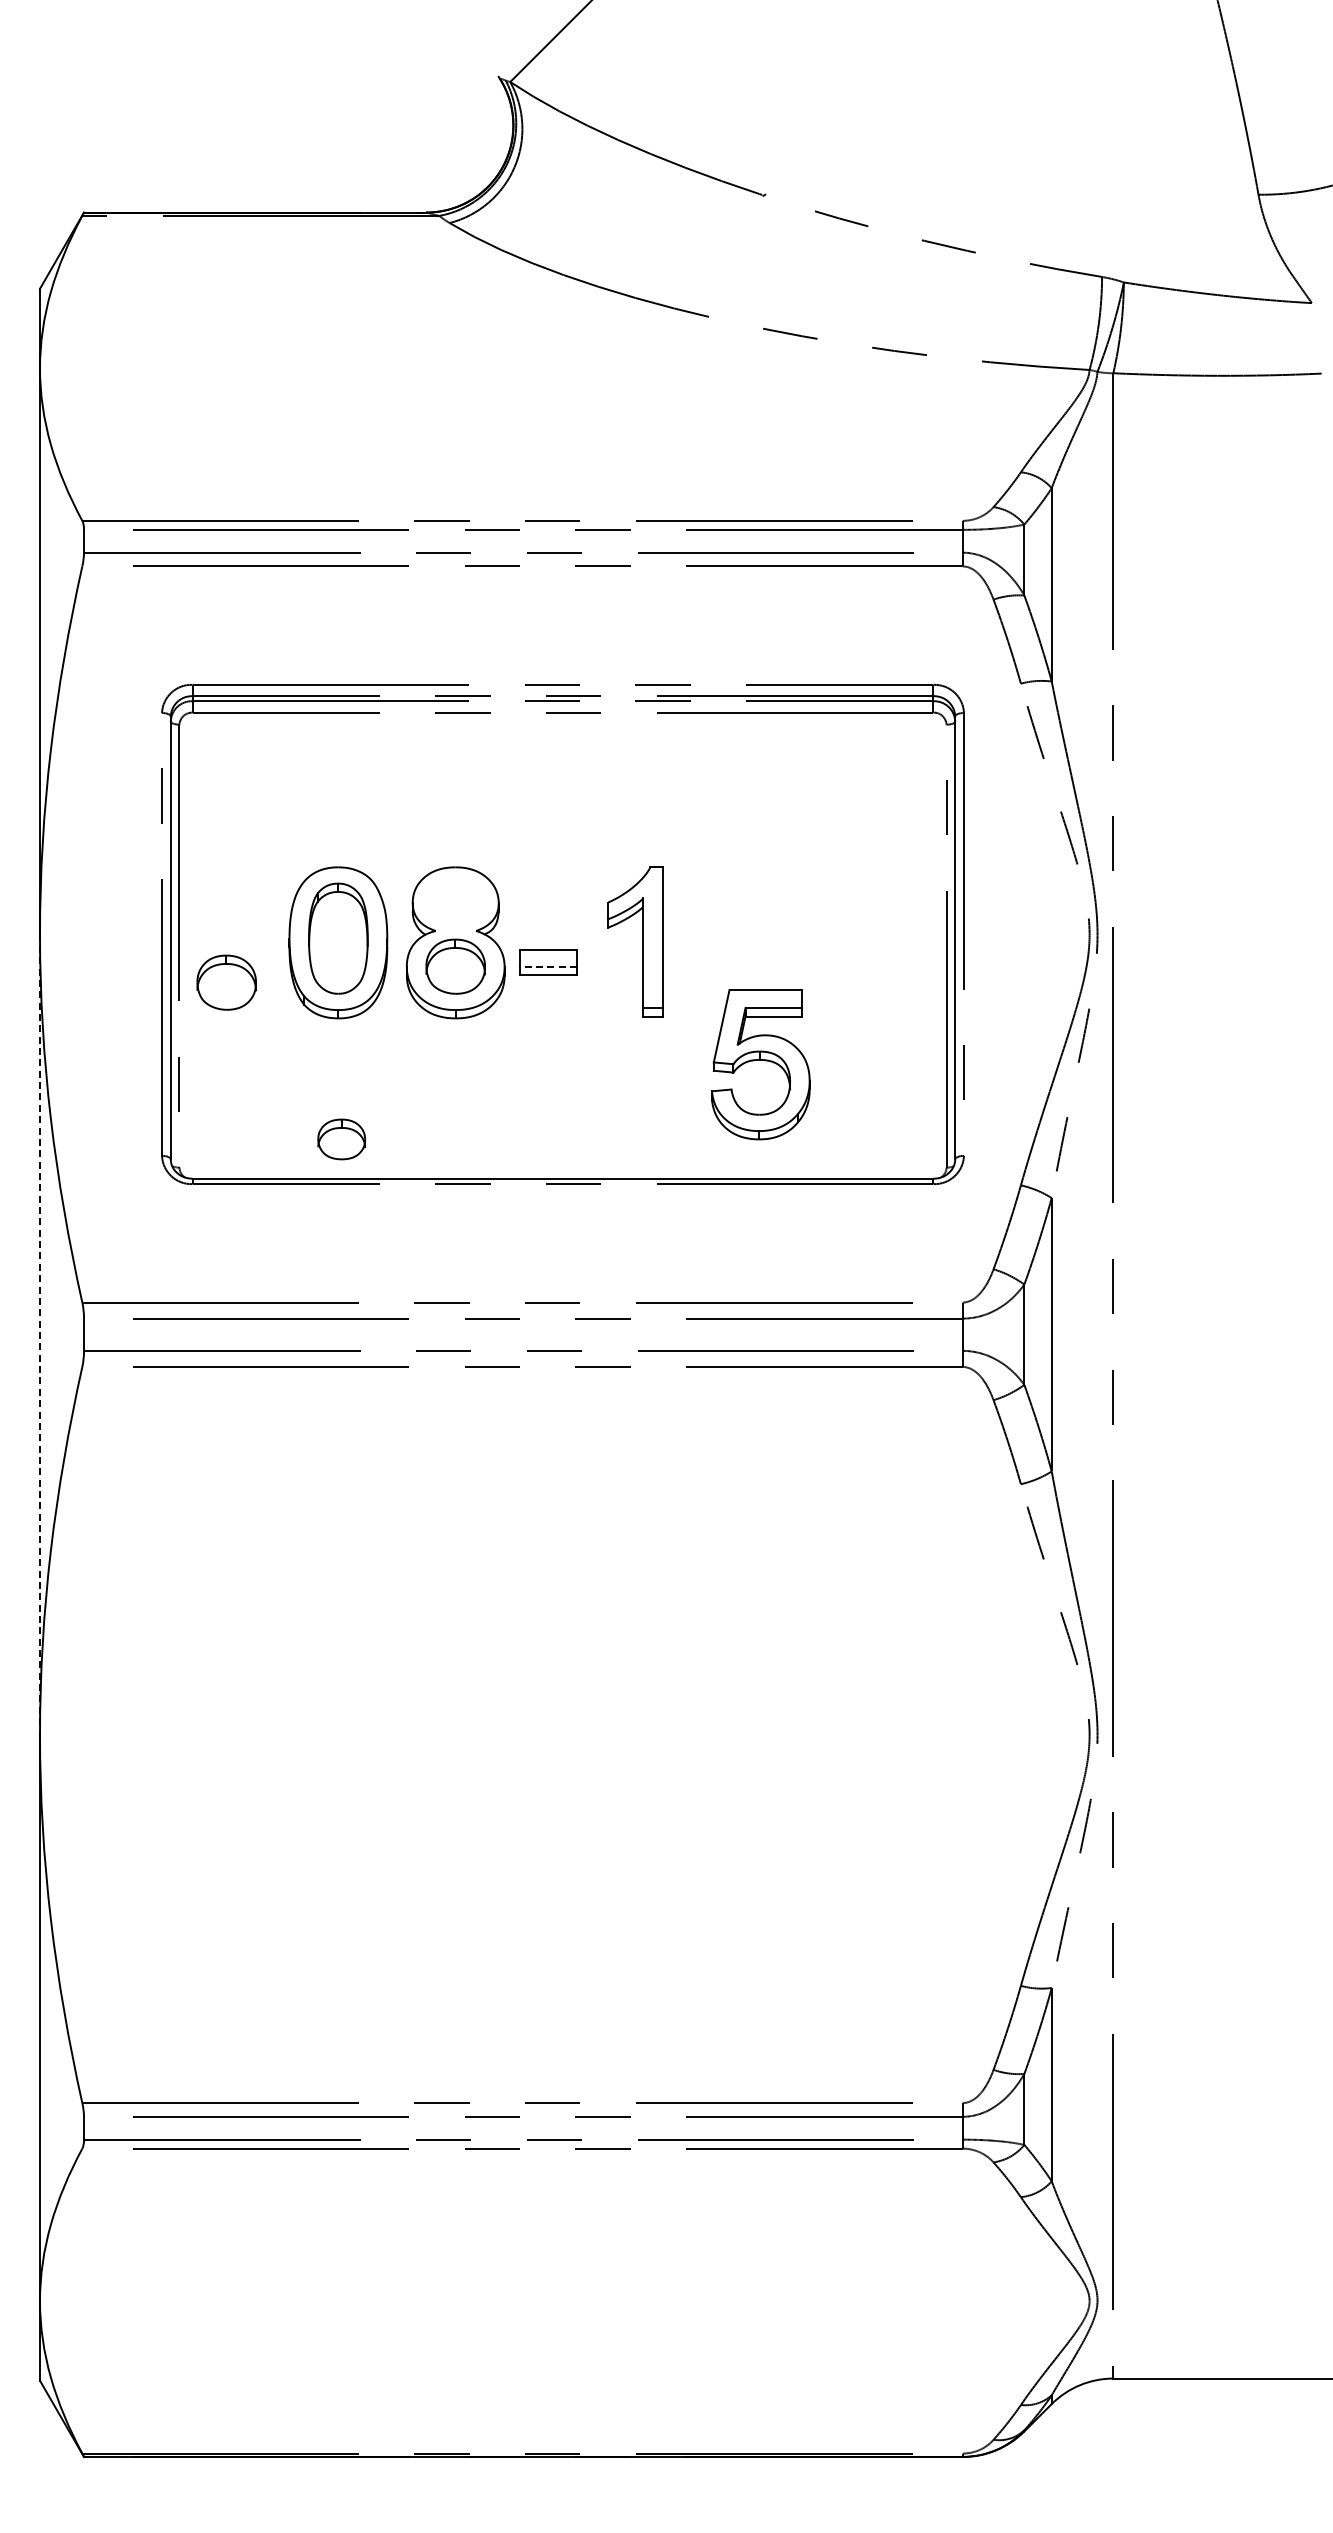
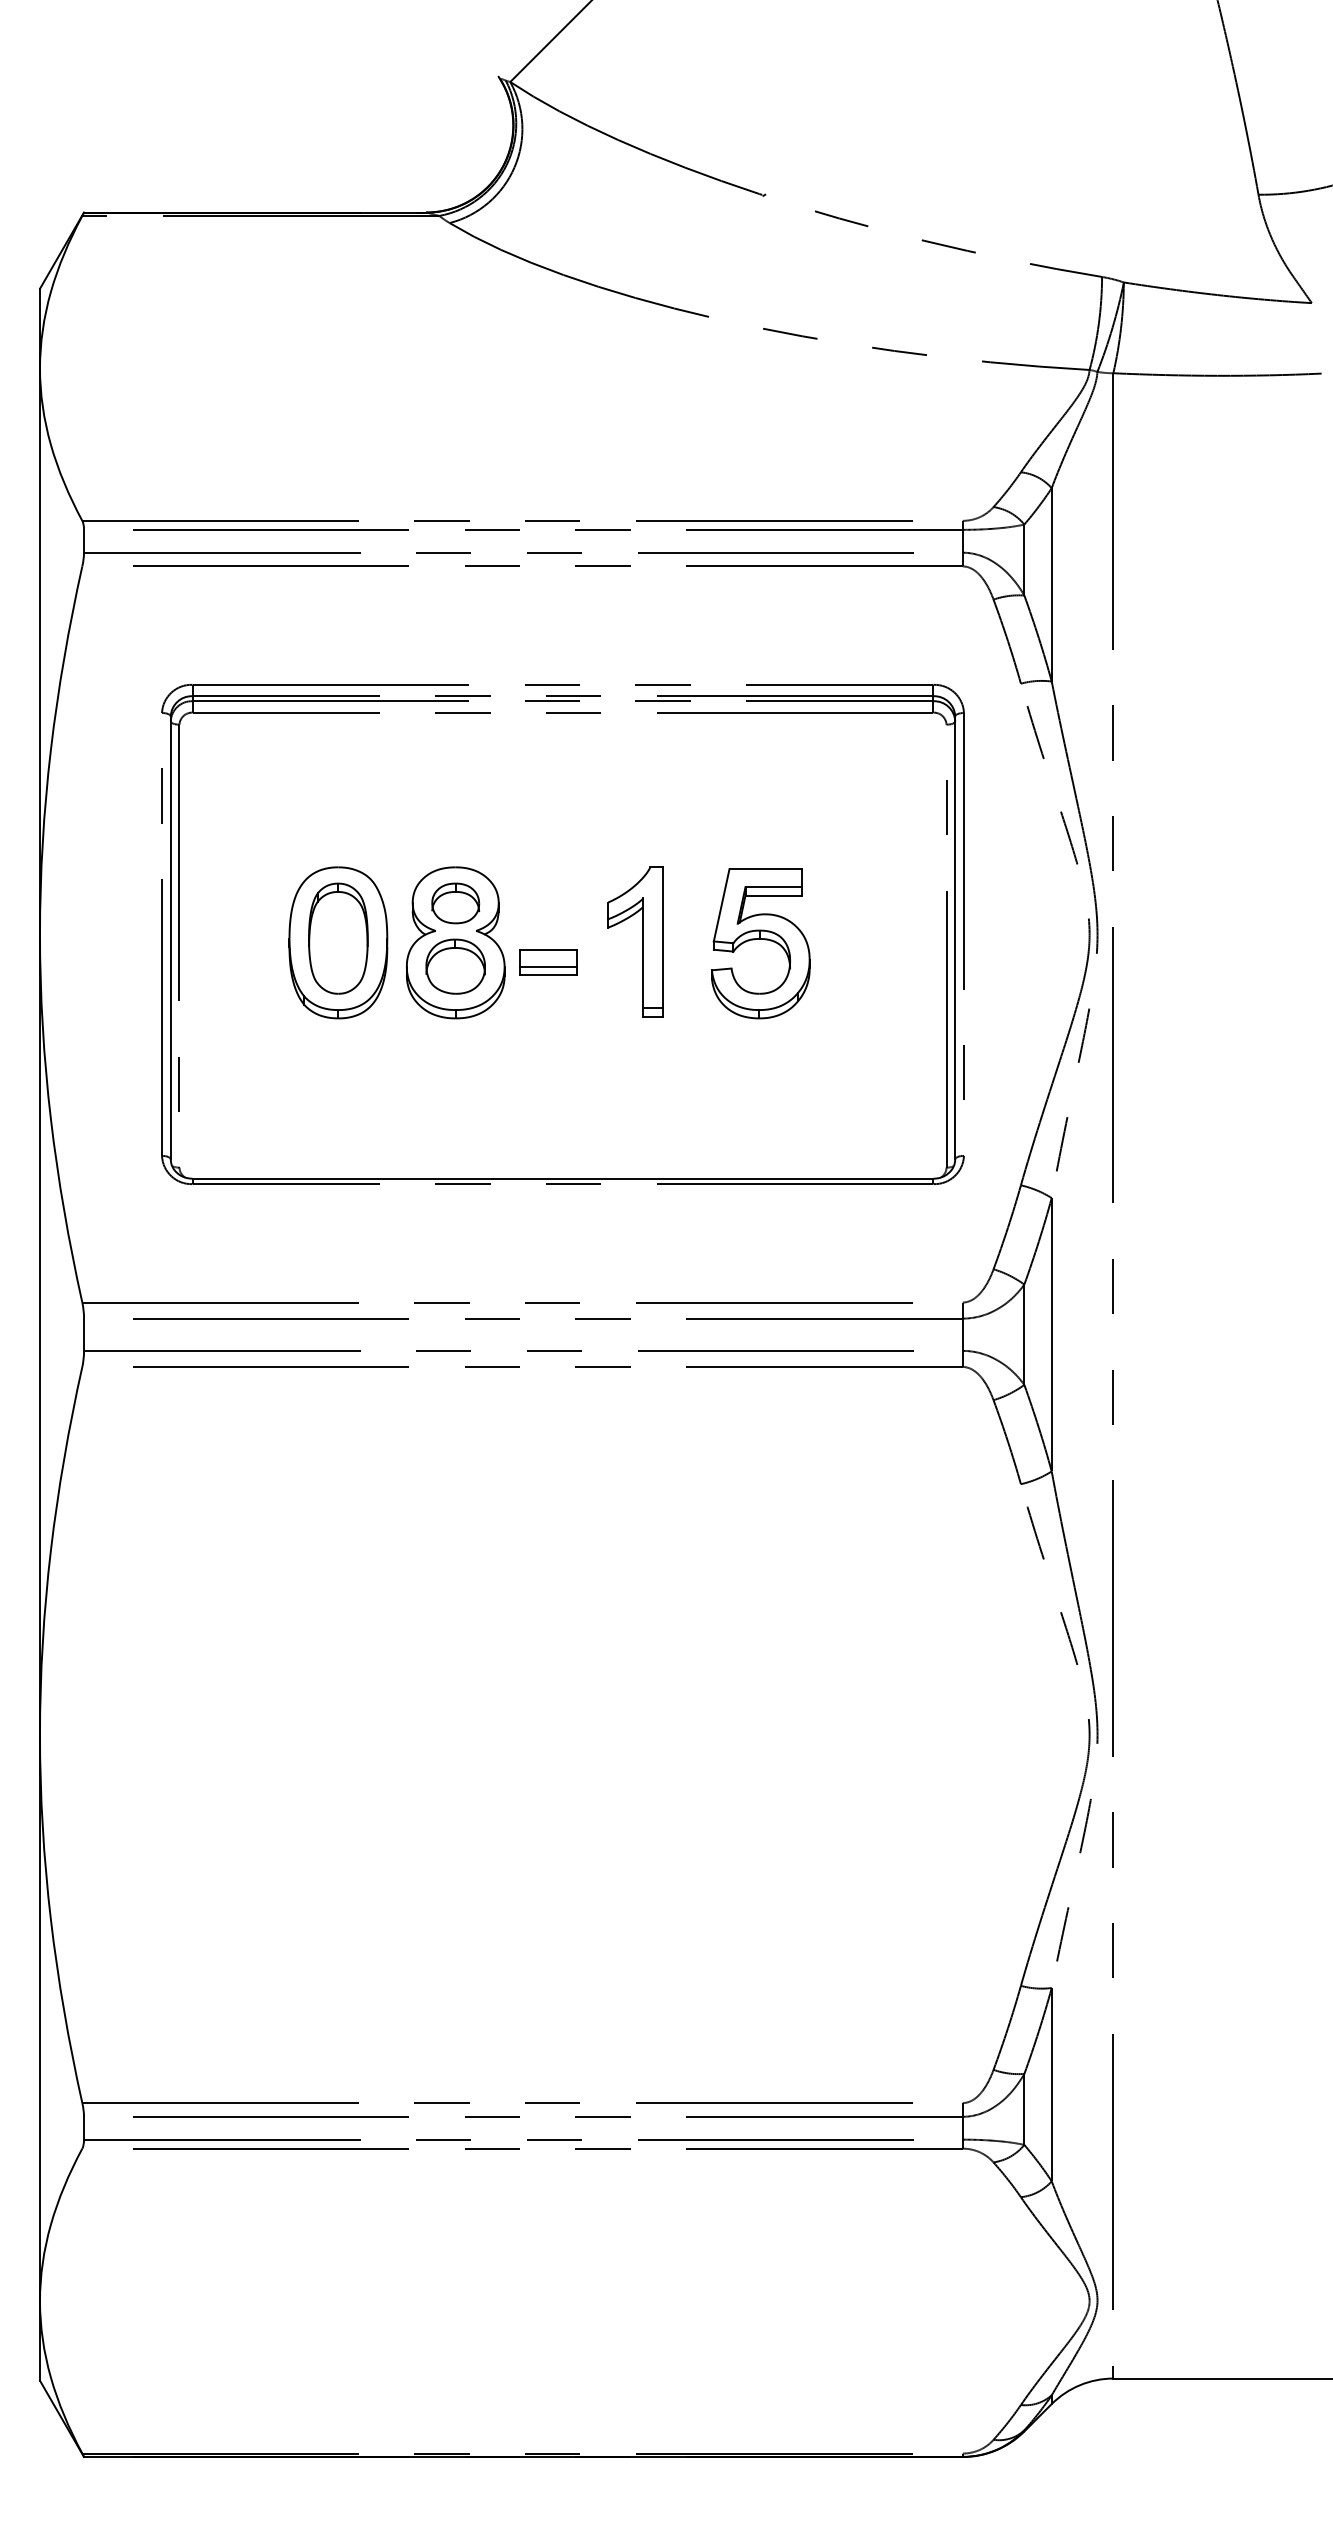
line at (548, 966): dashed -> solid
part at (226, 982): present -> none
part at (760, 1064) position: (760, 1064) -> (760, 943)
part at (341, 1139) position: (341, 1139) -> (455, 903)
line at (40, 1335): dashed -> solid
